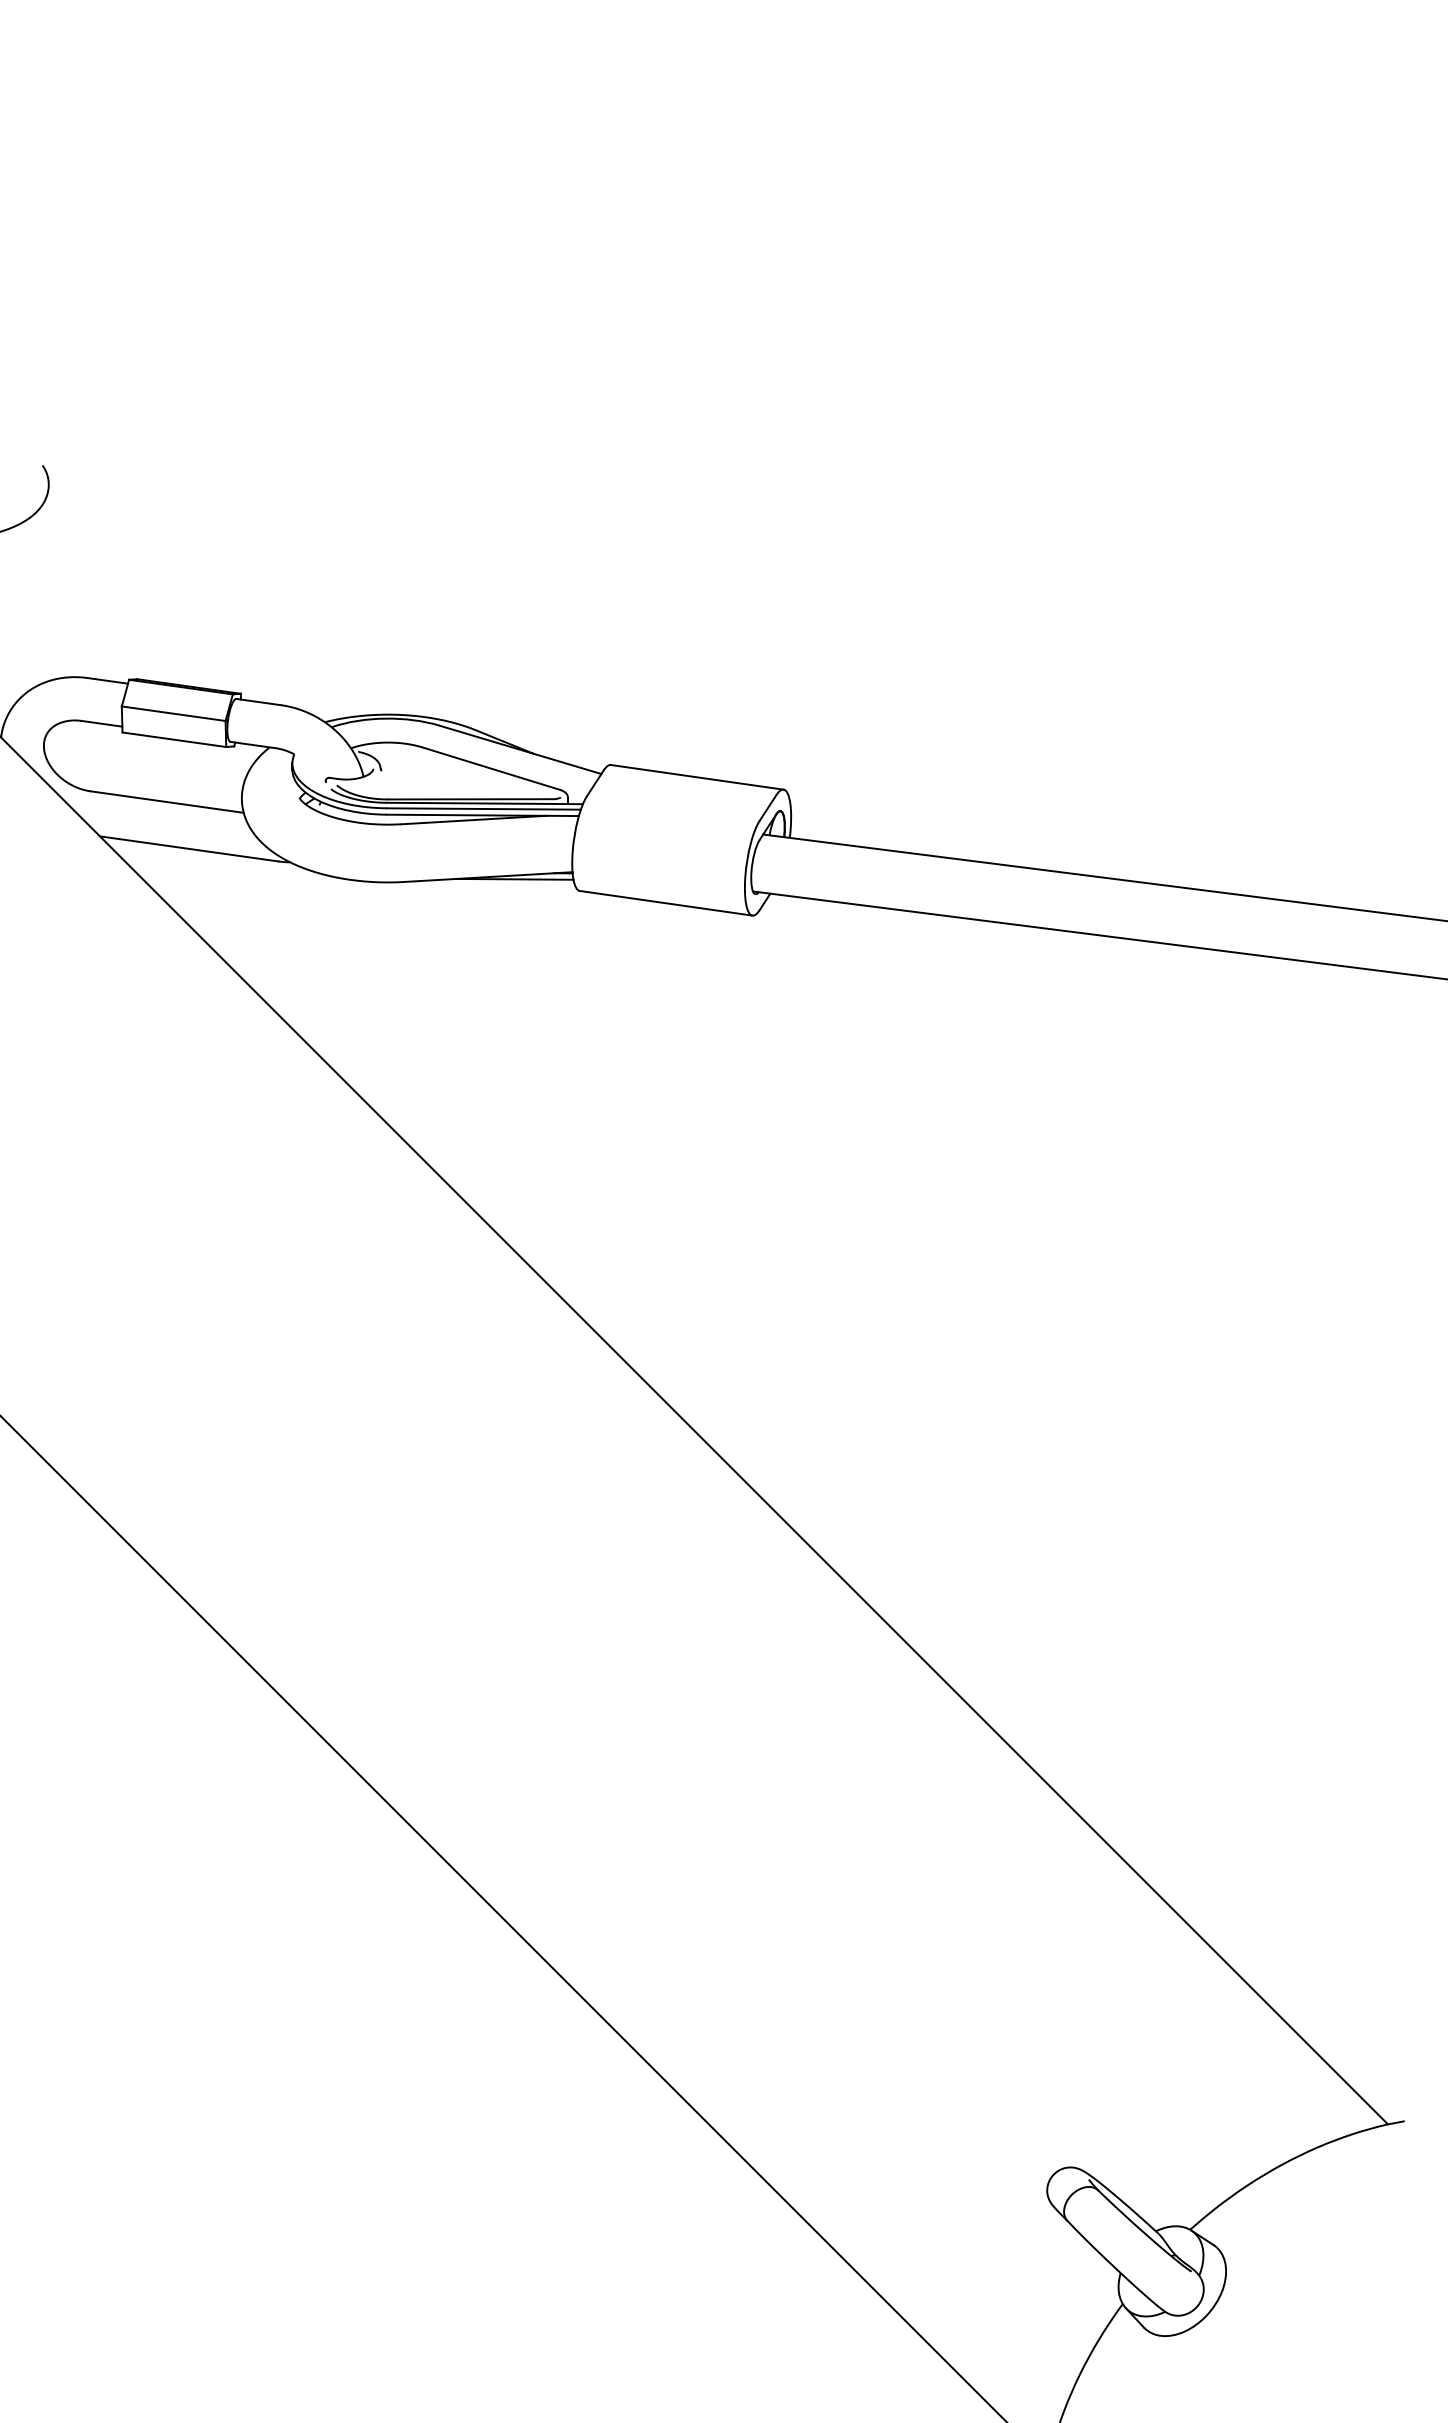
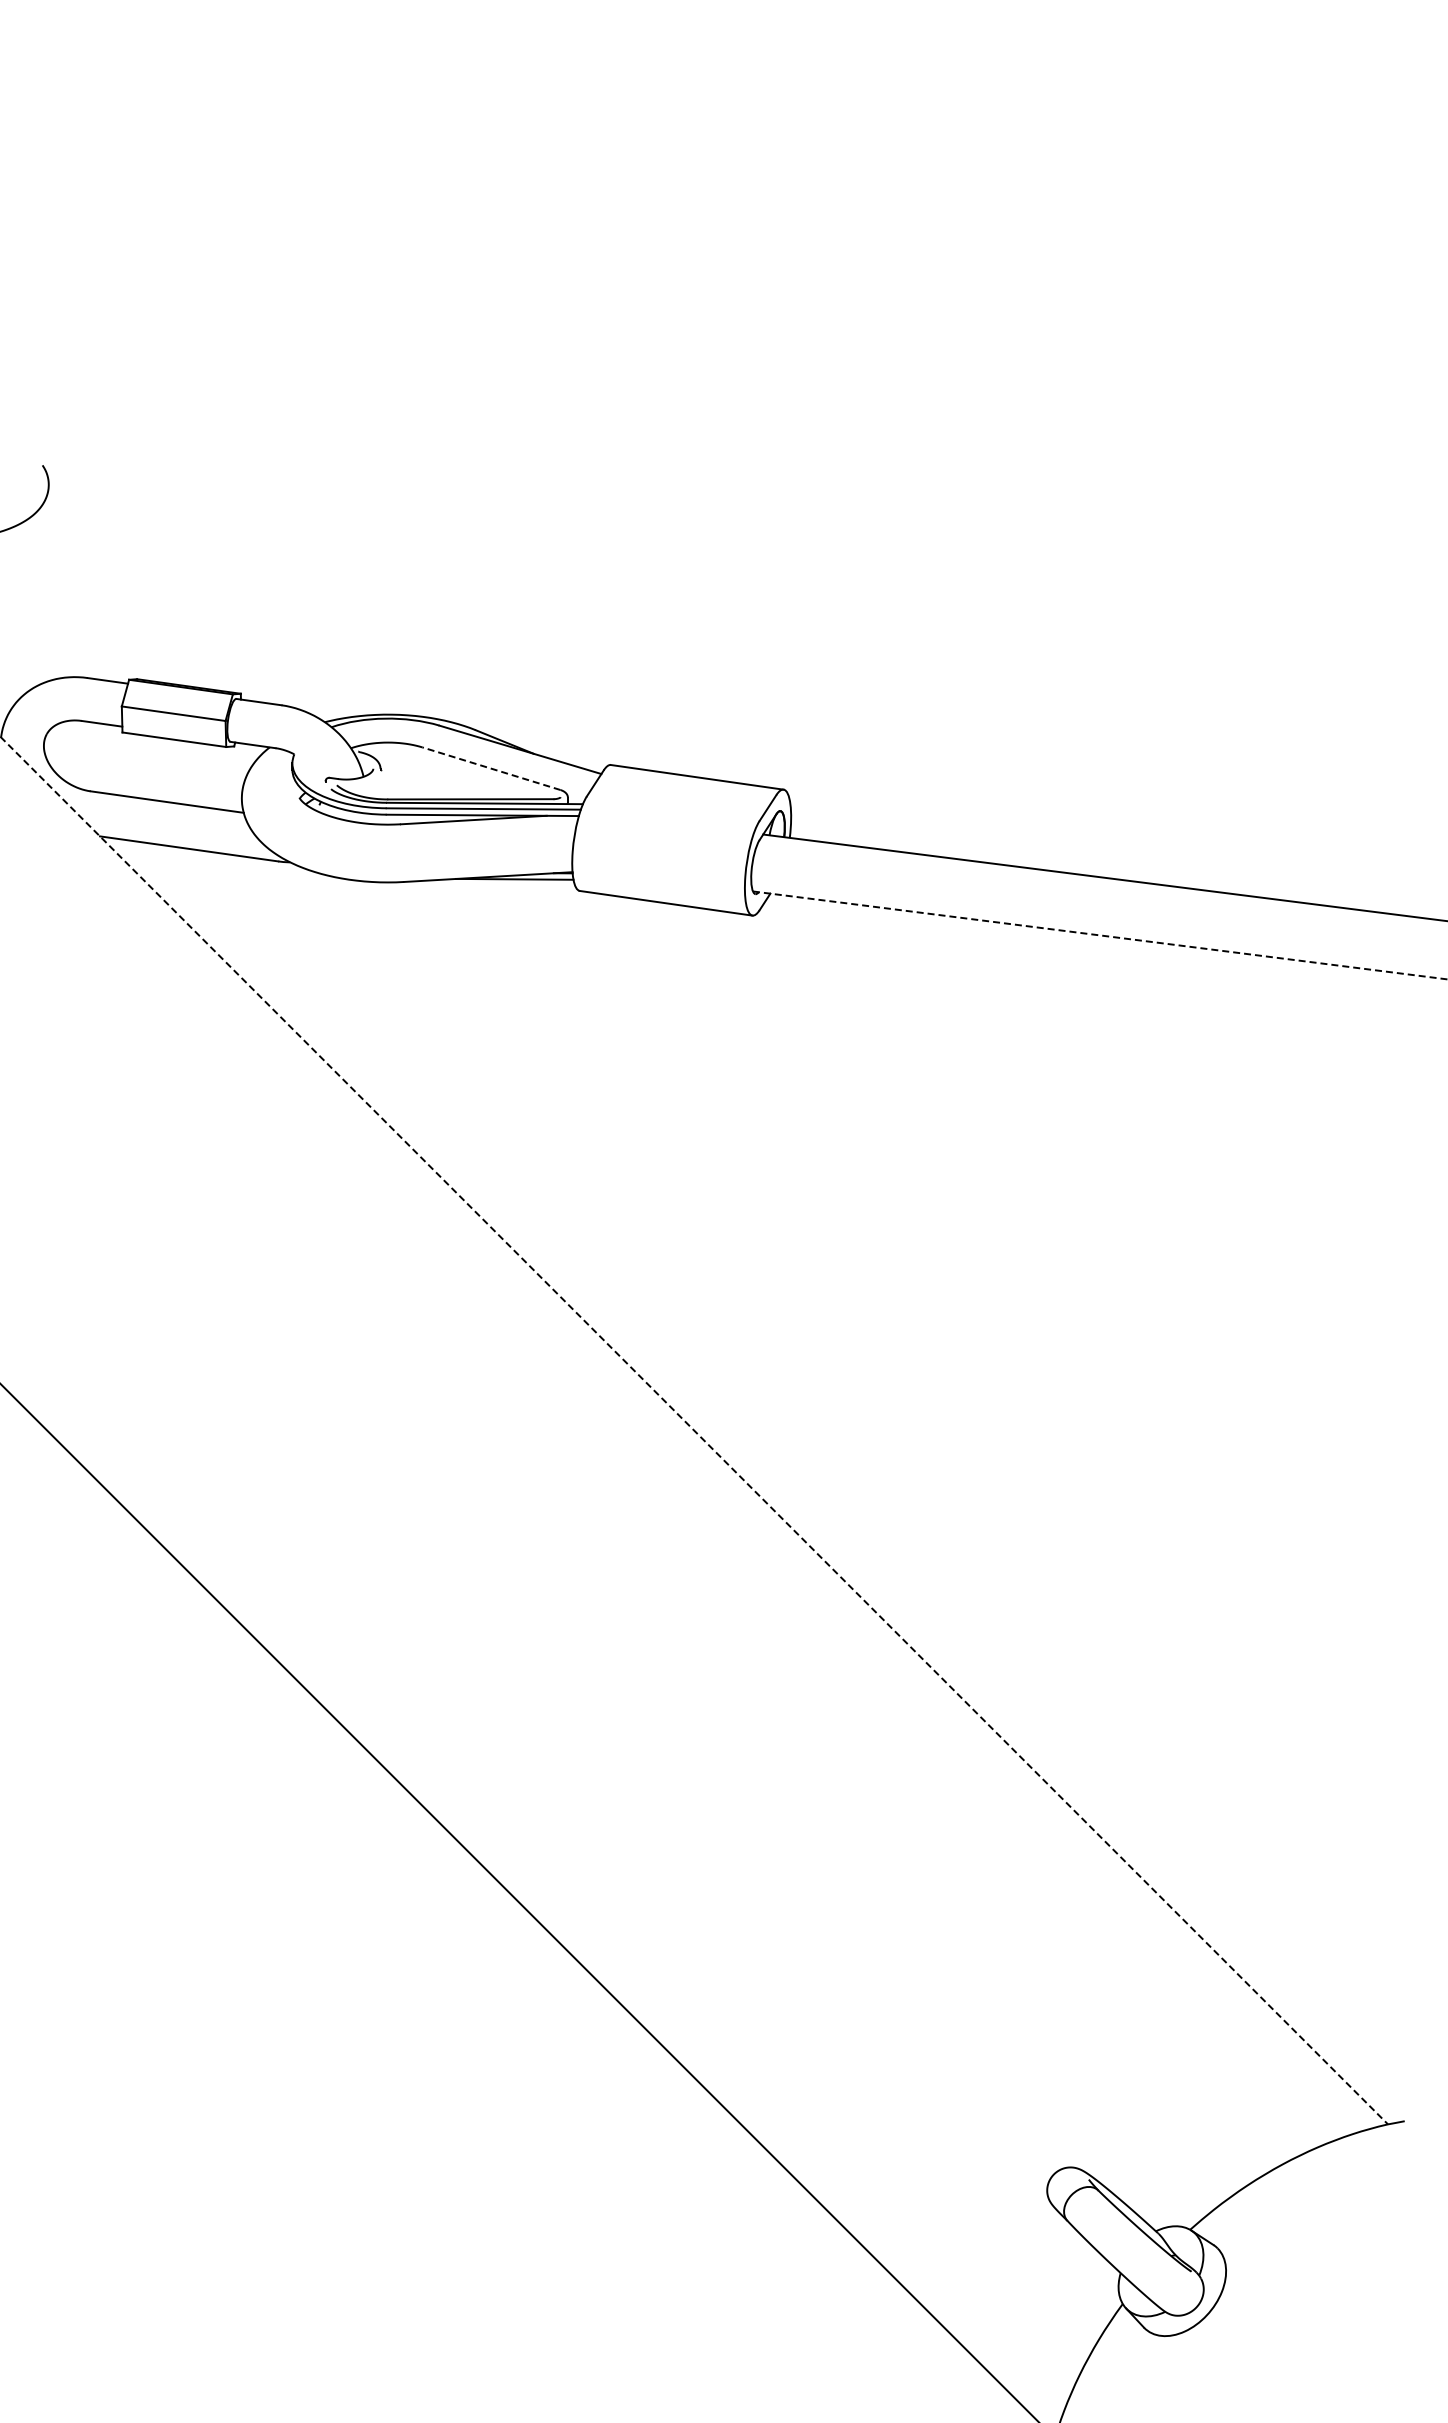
line at (491, 768): solid -> dashed
line at (1100, 935): solid -> dashed
line at (694, 1430): solid -> dashed
line at (503, 1918) position: (503, 1918) -> (519, 1902)
